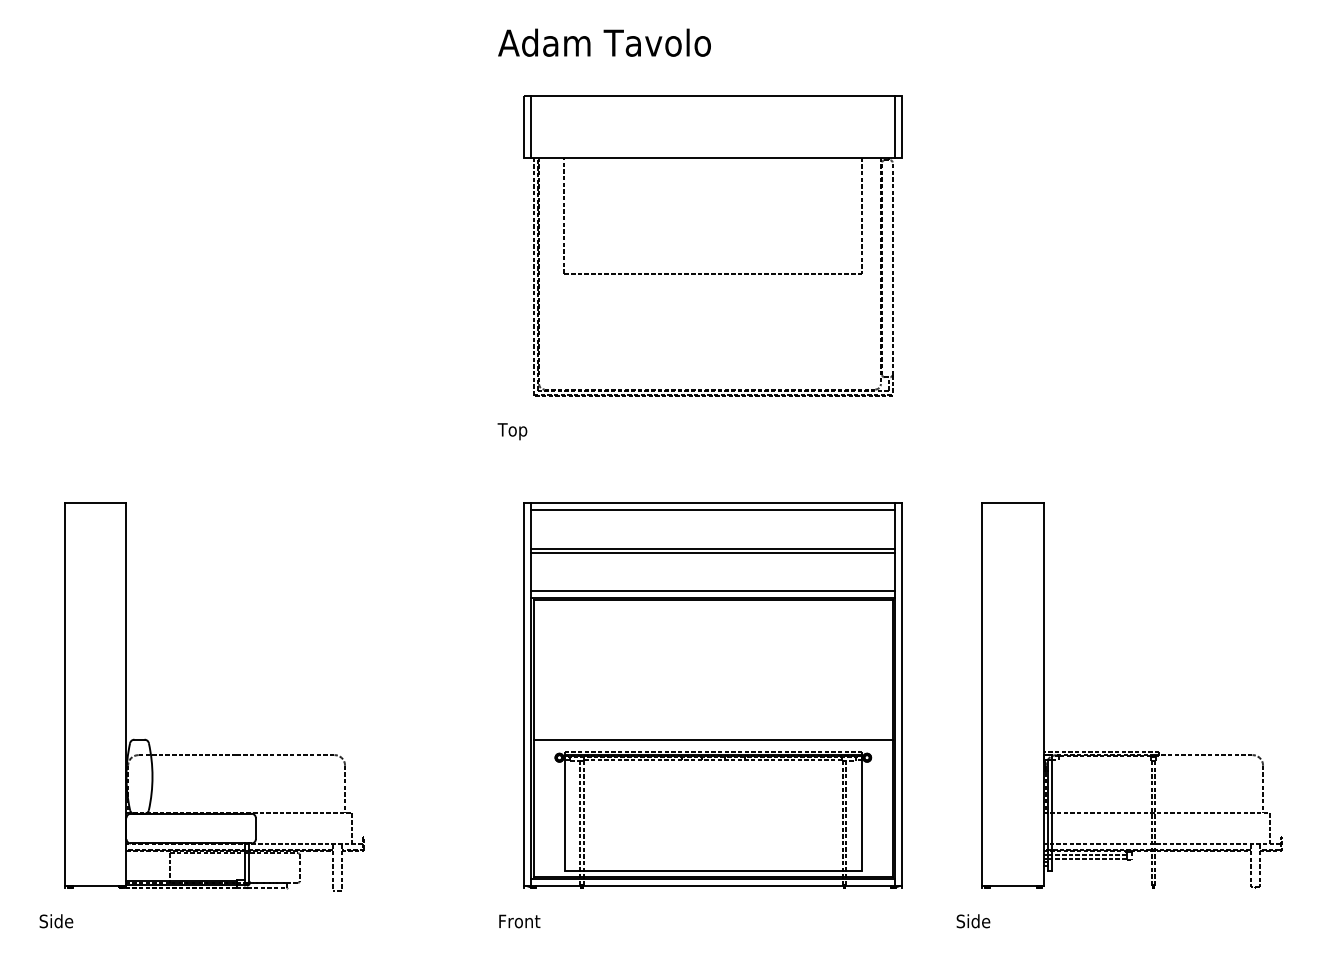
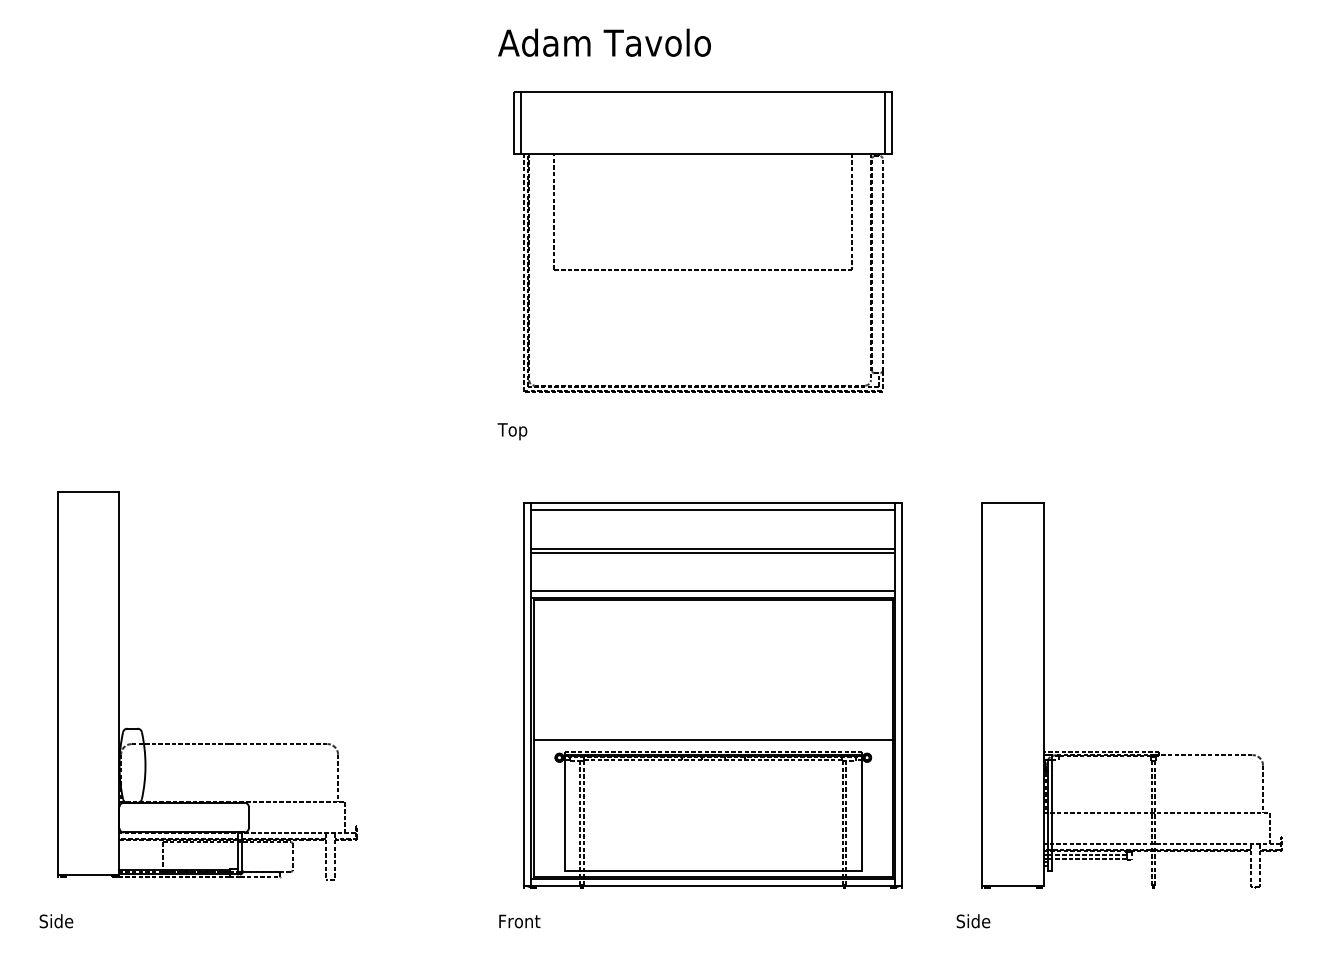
part at (712, 273) position: (712, 273) -> (702, 269)
part at (214, 754) position: (214, 754) -> (207, 743)
